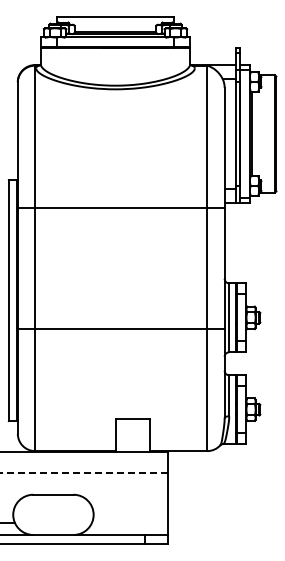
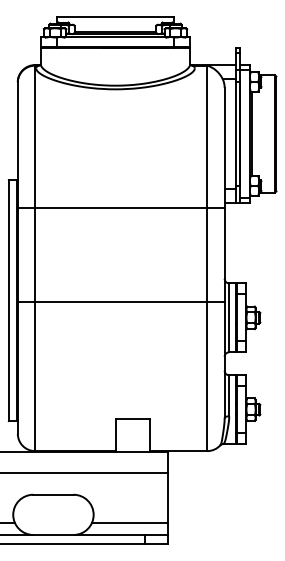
line at (120, 328) position: (120, 328) -> (120, 301)
line at (84, 472): dashed -> solid
line at (129, 523): none -> present
